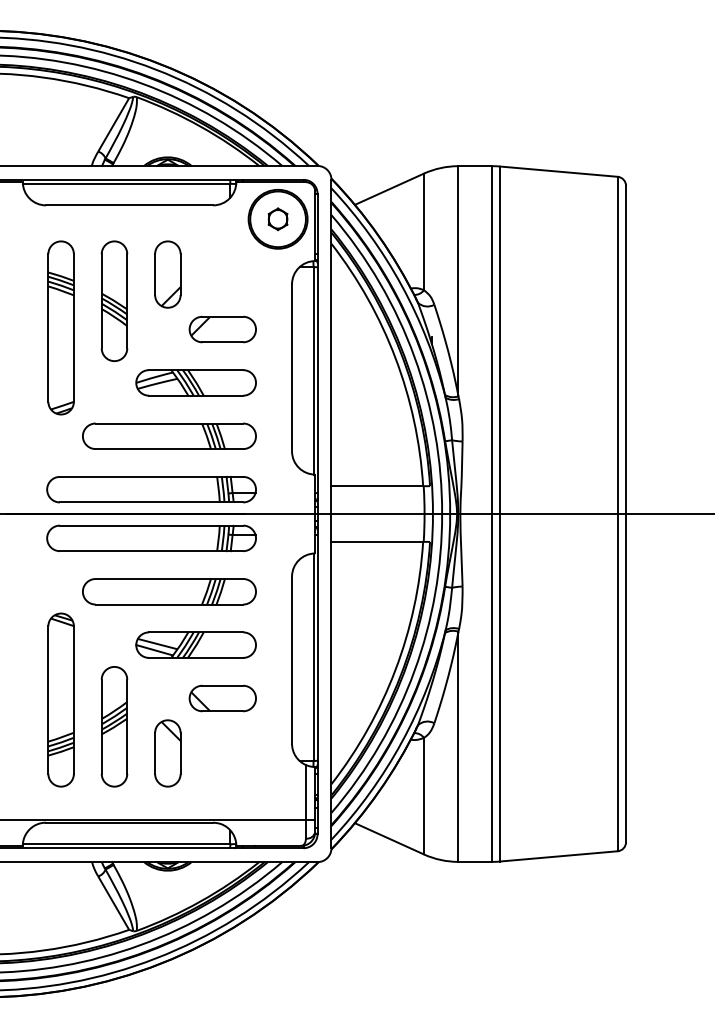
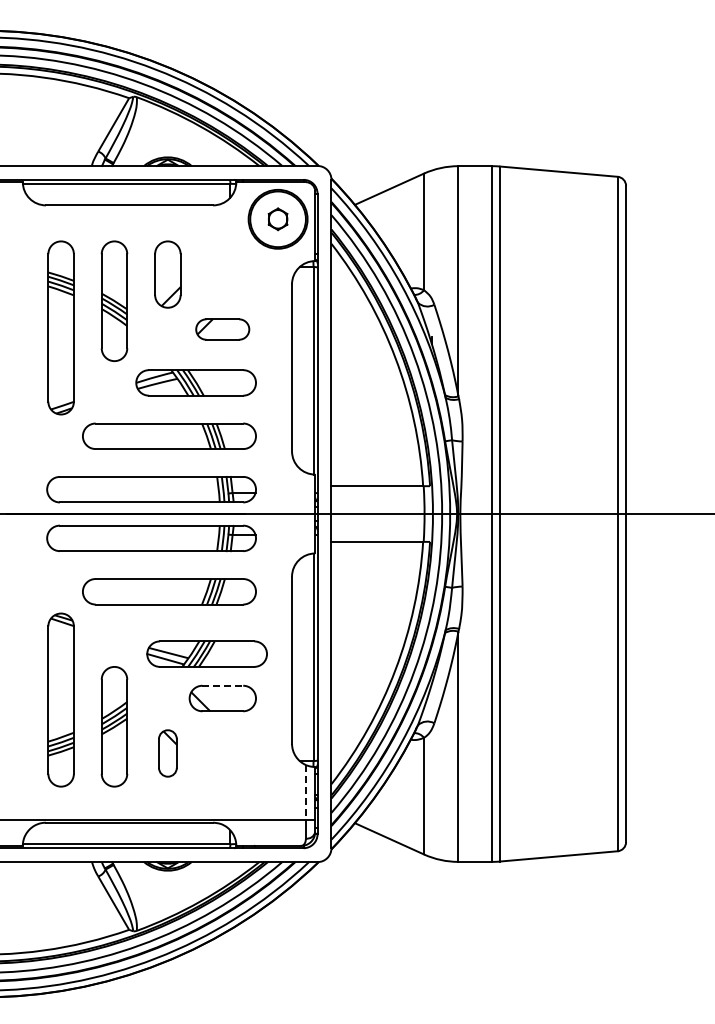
part at (222, 329) size: 69x29 px -> 56x23 px
part at (195, 644) position: (195, 644) -> (206, 653)
line at (223, 685): solid -> dashed
part at (167, 753) size: 28x69 px -> 20x49 px
line at (305, 792): solid -> dashed
